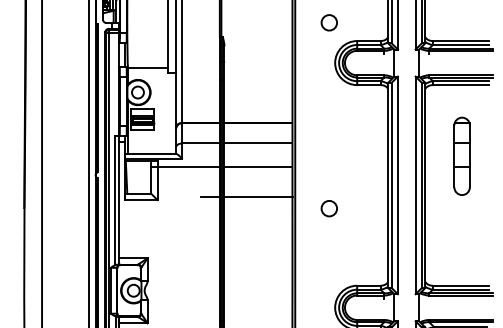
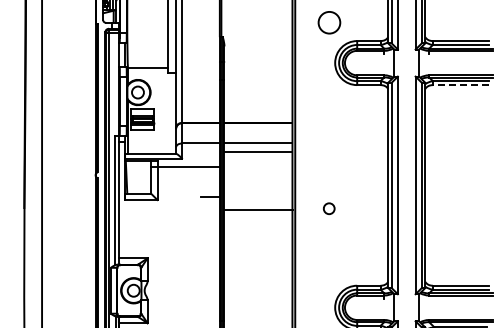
circle at (328, 22) size: 18x18 px -> 25x24 px
line at (460, 85): solid -> dashed
part at (461, 155): present -> none
line at (88, 163): present -> none
line at (258, 167) position: (258, 167) -> (258, 152)
line at (258, 196) position: (258, 196) -> (258, 209)
circle at (328, 208) size: 18x18 px -> 13x14 px
